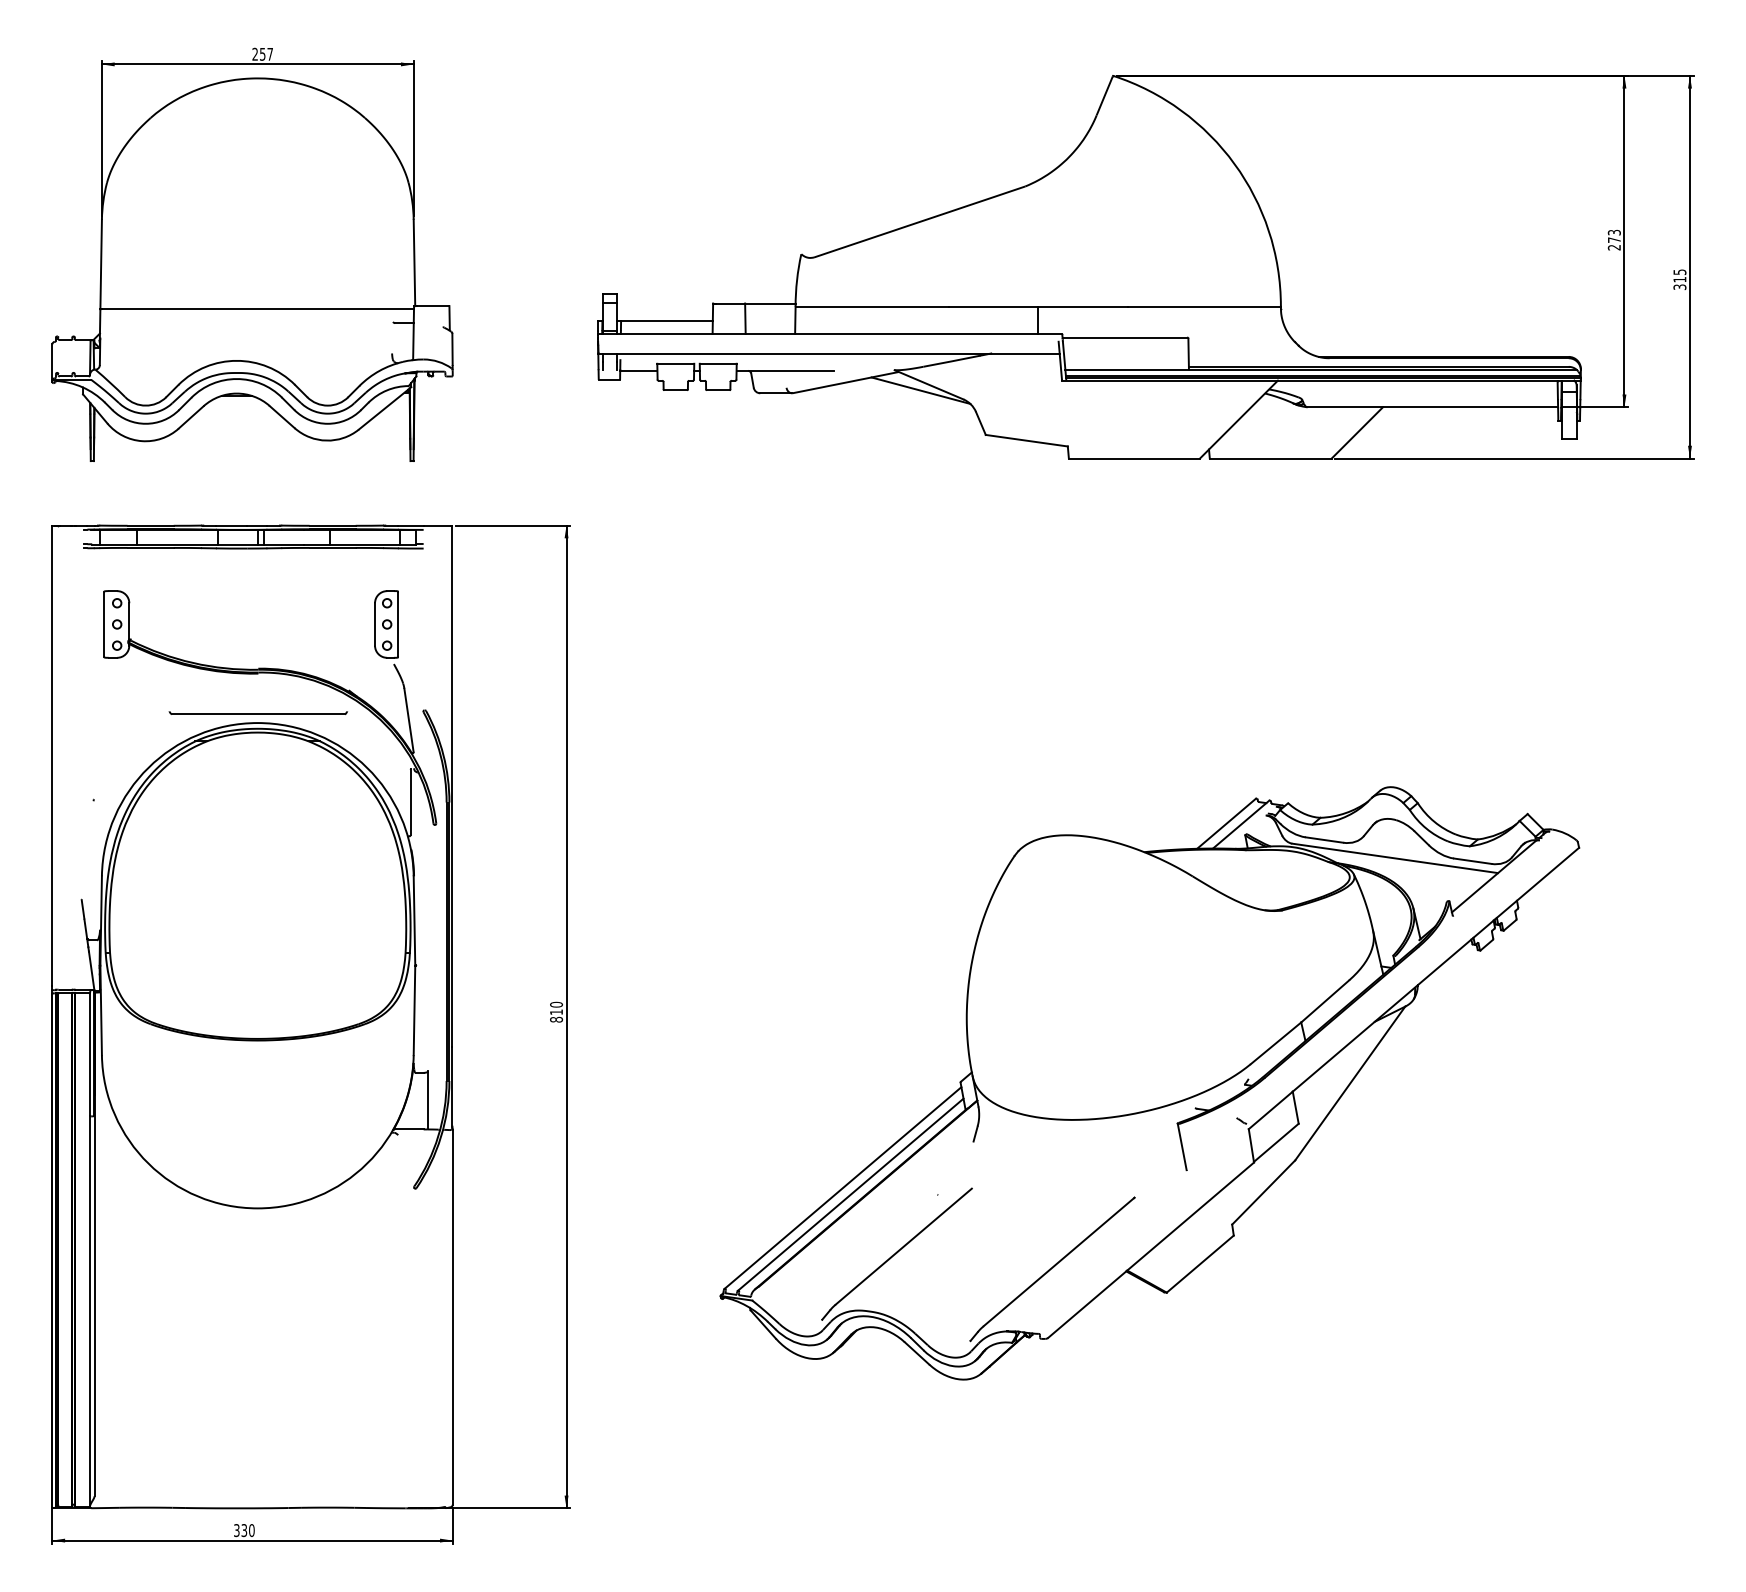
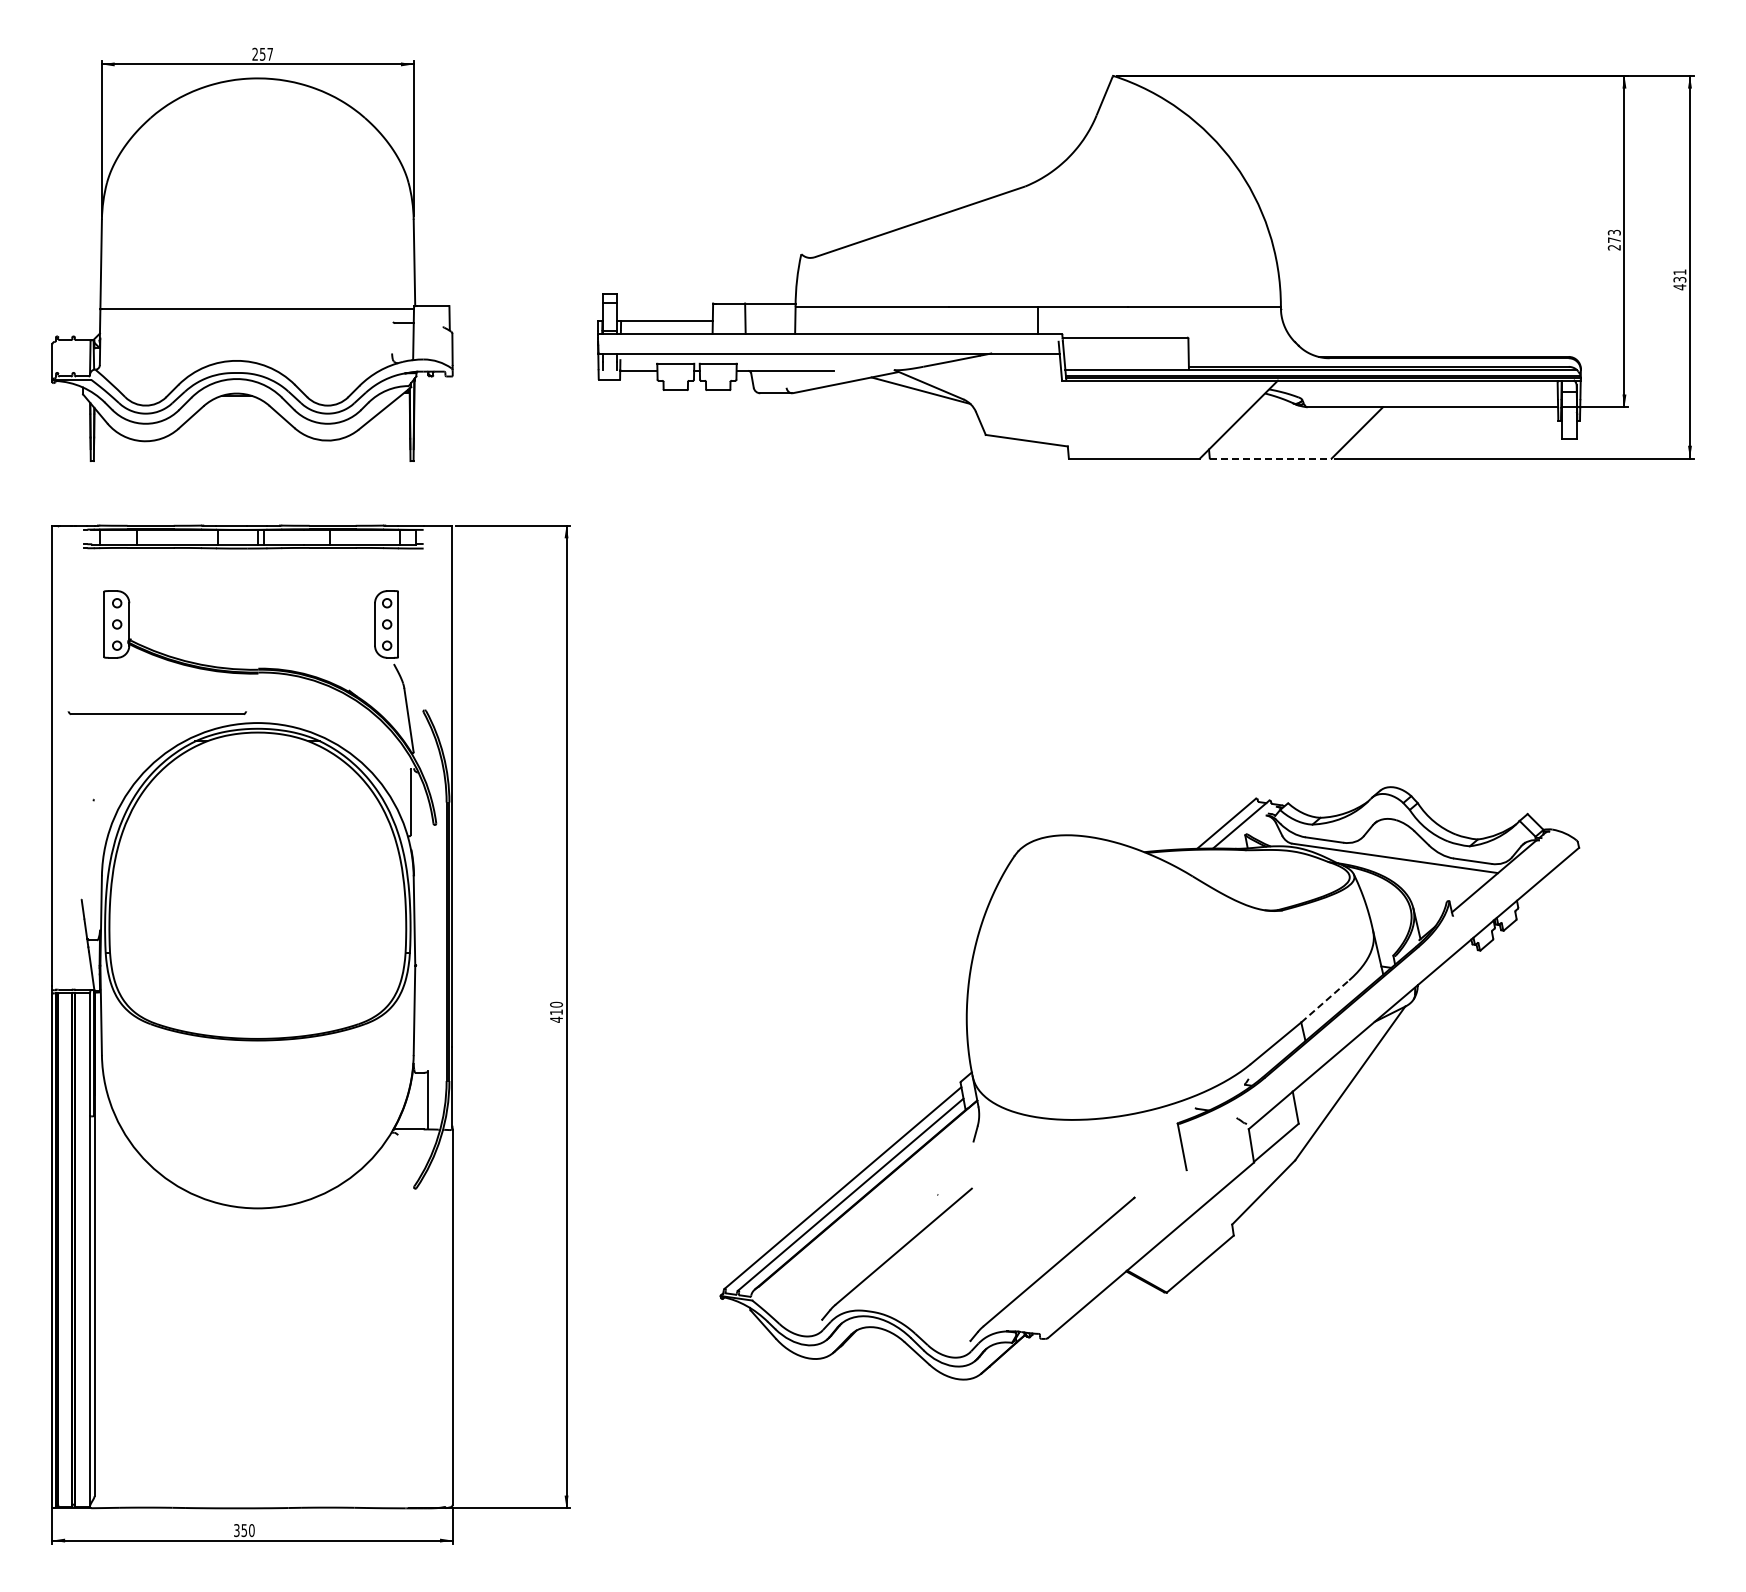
text at (1679, 279): 315 -> 431
line at (1270, 458): solid -> dashed
part at (257, 712) position: (257, 712) -> (156, 712)
line at (1325, 1001): solid -> dashed
text at (556, 1019): 810 -> 410
text at (244, 1529): 330 -> 350
